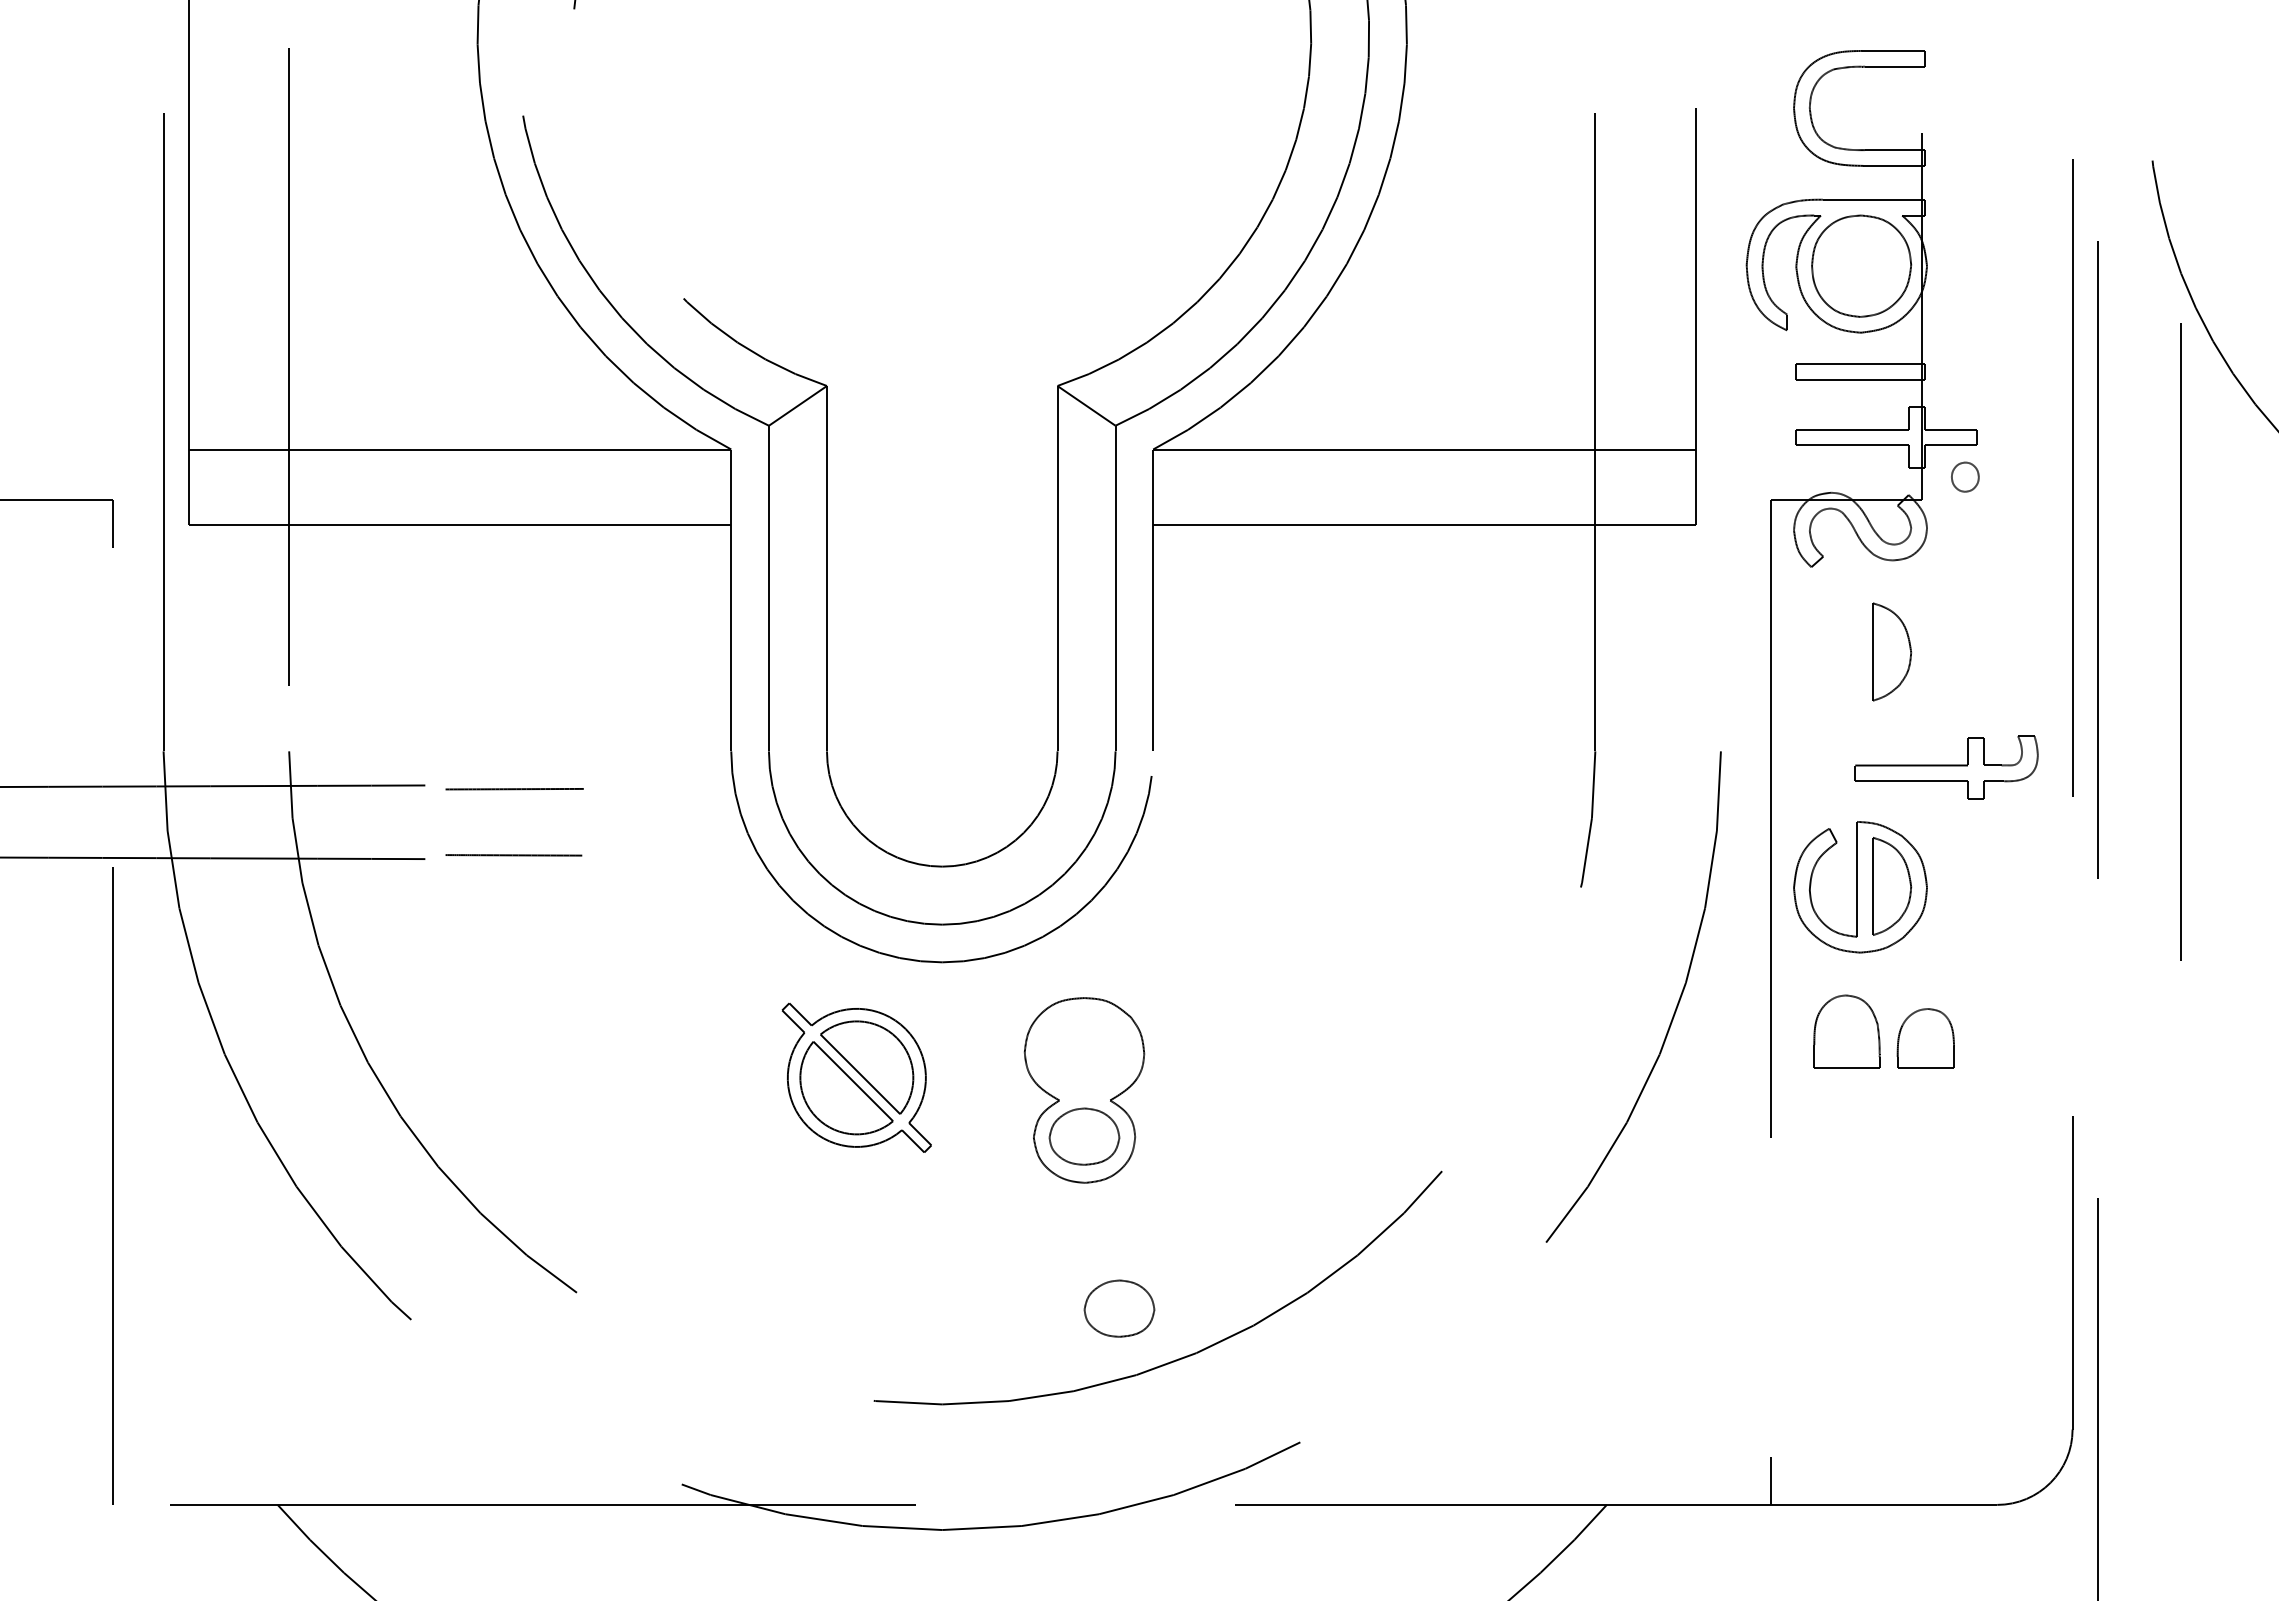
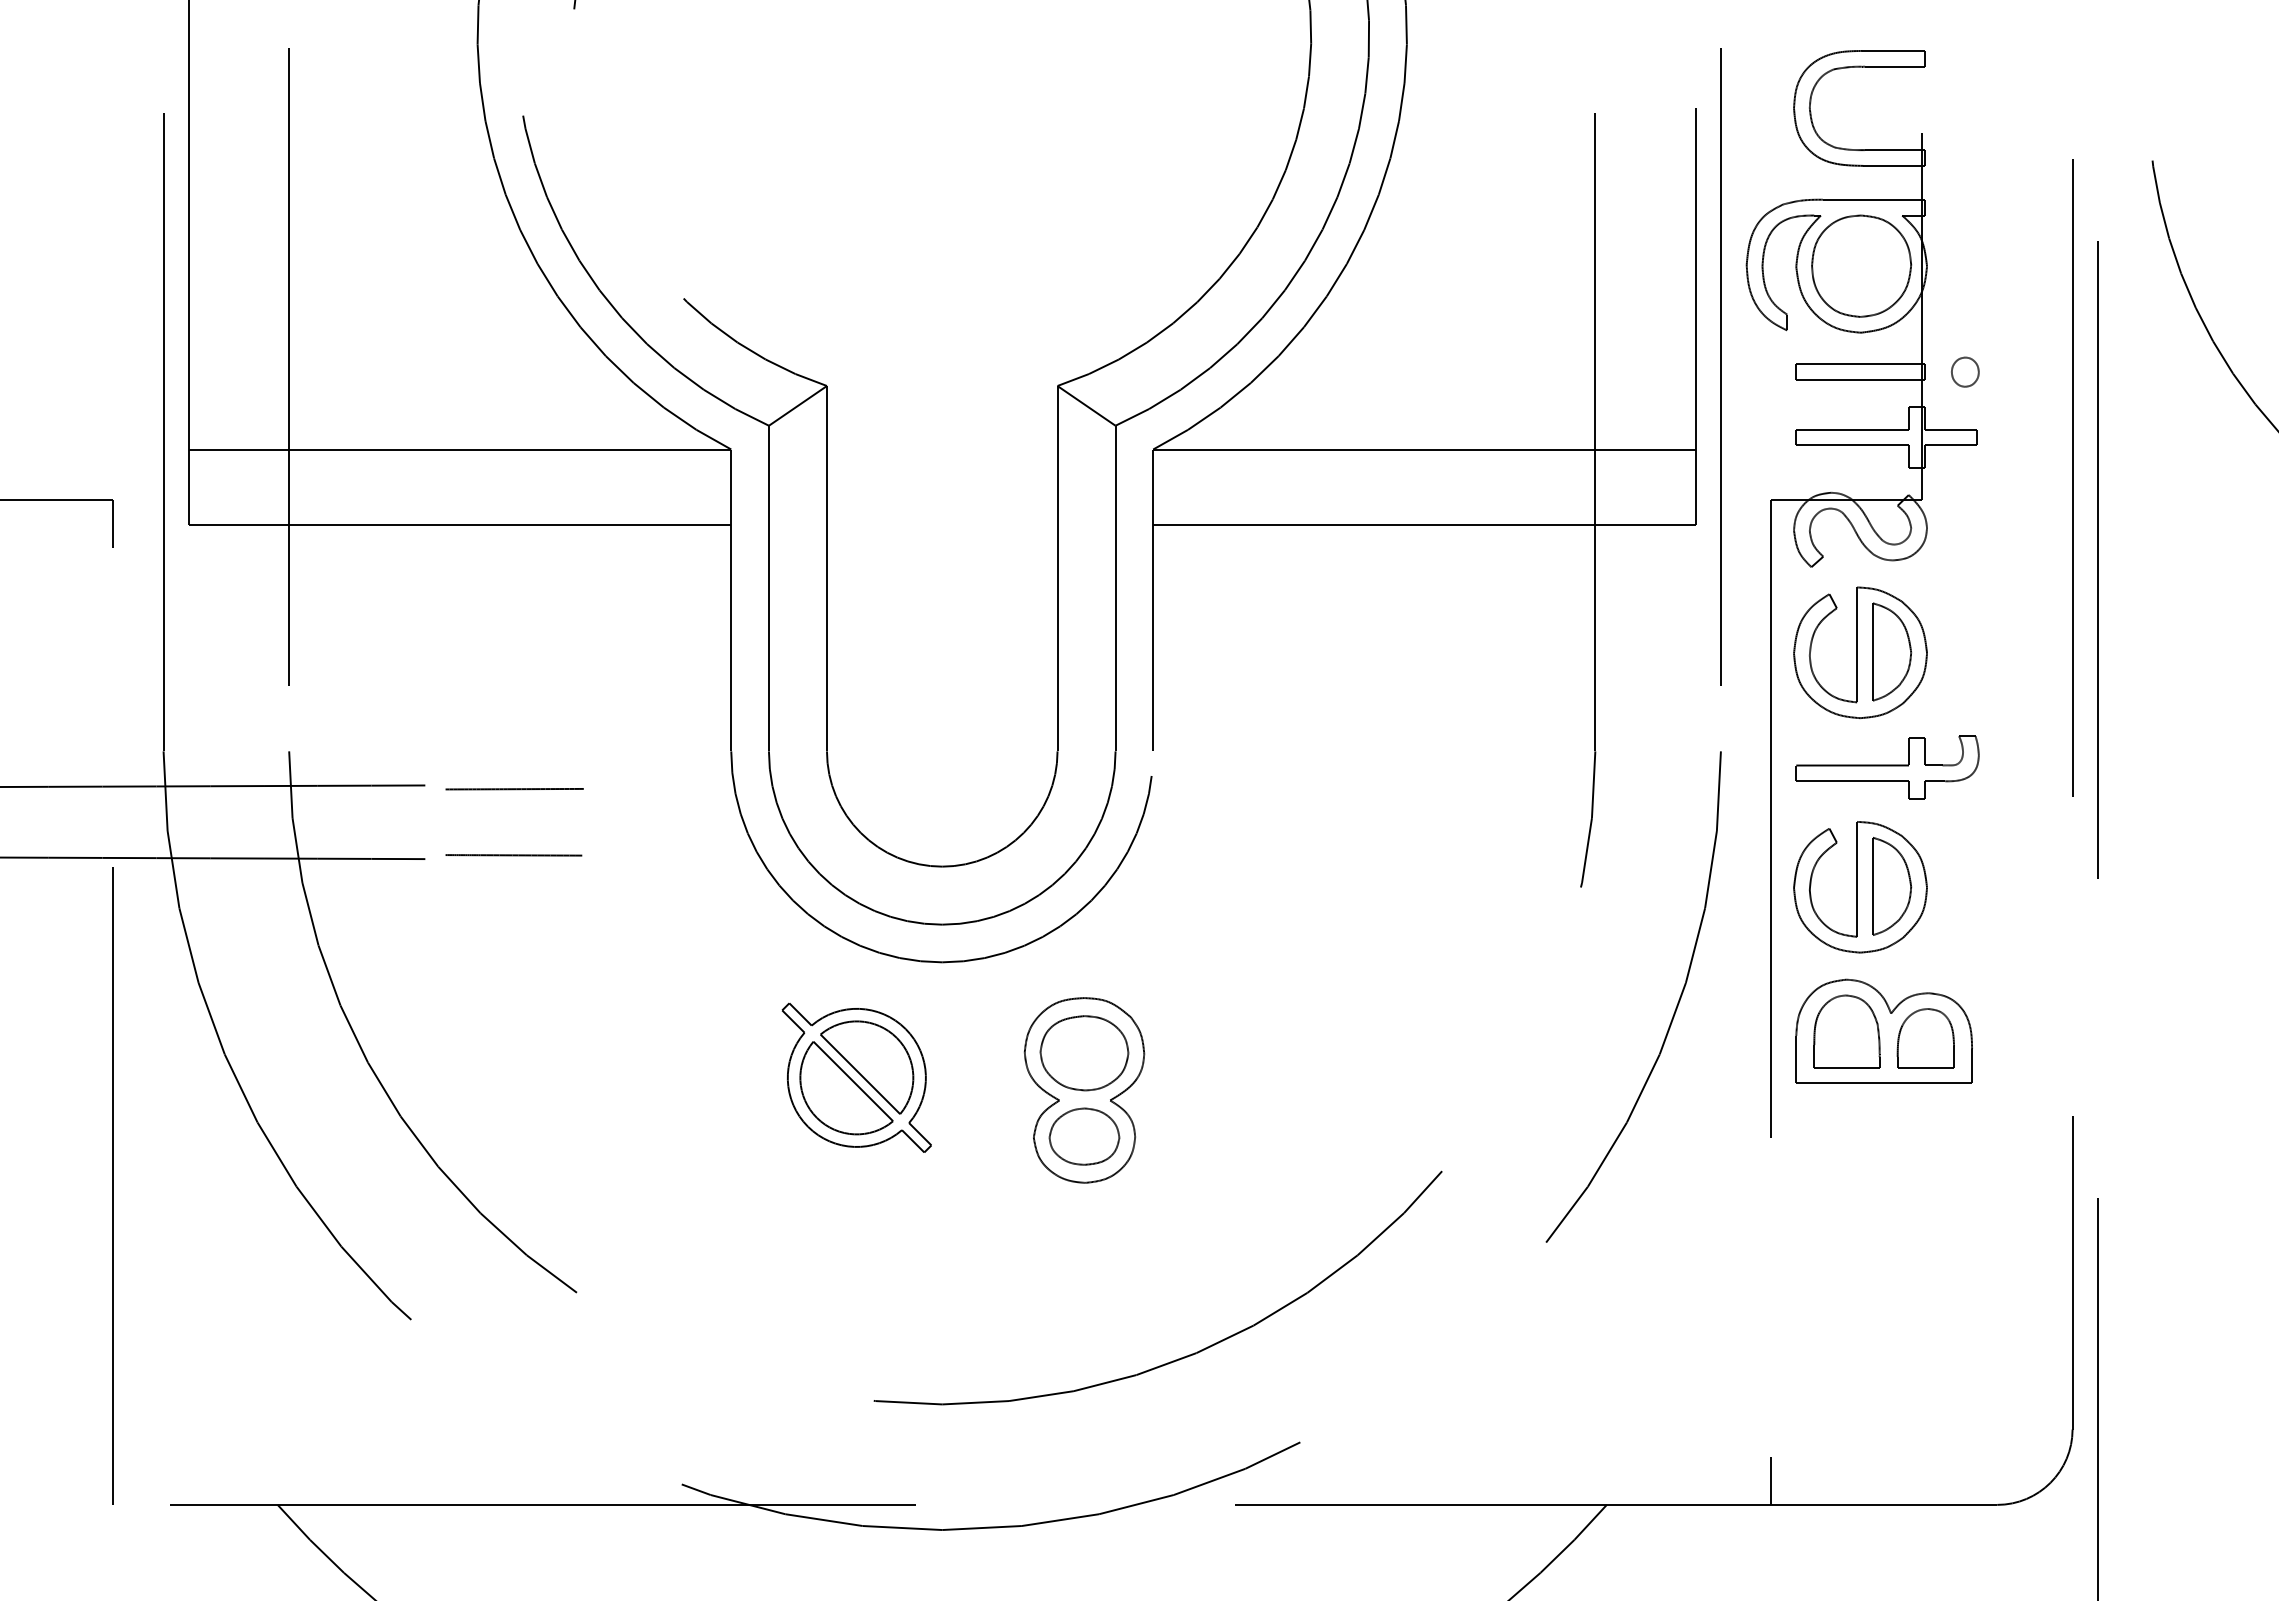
part at (1965, 476) position: (1965, 476) -> (1965, 371)
line at (2180, 641) position: (2180, 641) -> (1720, 366)
part at (1860, 652): none -> present
part at (1946, 767) position: (1946, 767) -> (1887, 767)
part at (1883, 1030): none -> present
part at (1084, 1053): none -> present
part at (1119, 1308): present -> none
